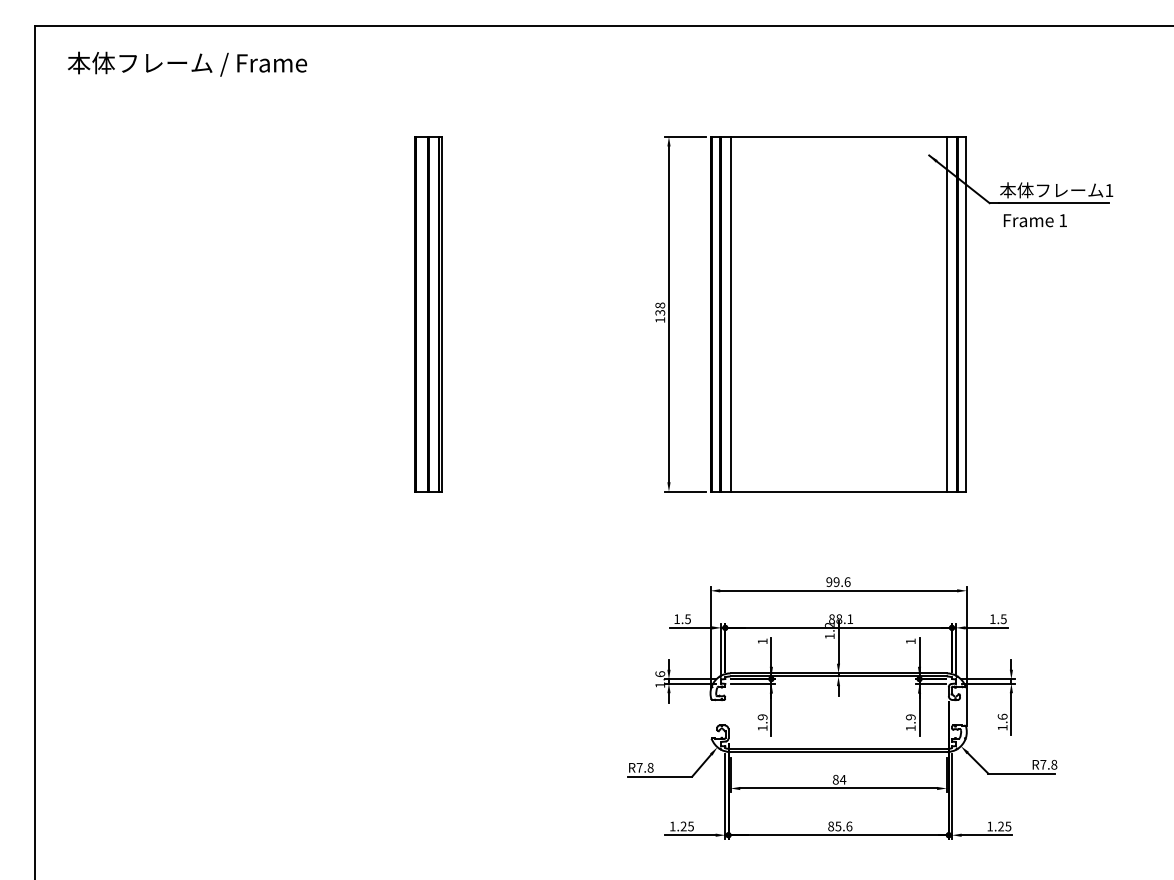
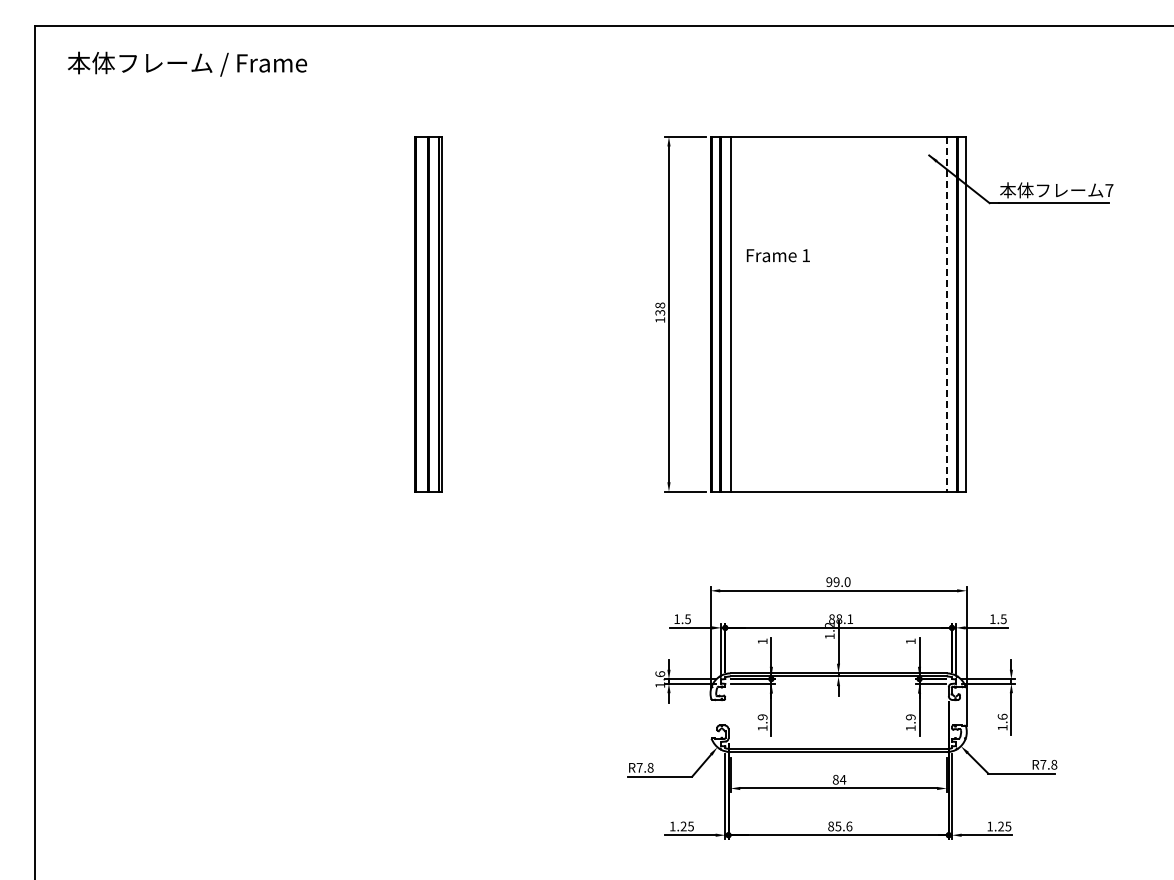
text at (1109, 190): 1 -> 7
text at (1034, 220) position: (1034, 220) -> (777, 255)
line at (946, 314): solid -> dashed
text at (847, 581): 99.6 -> 99.0
